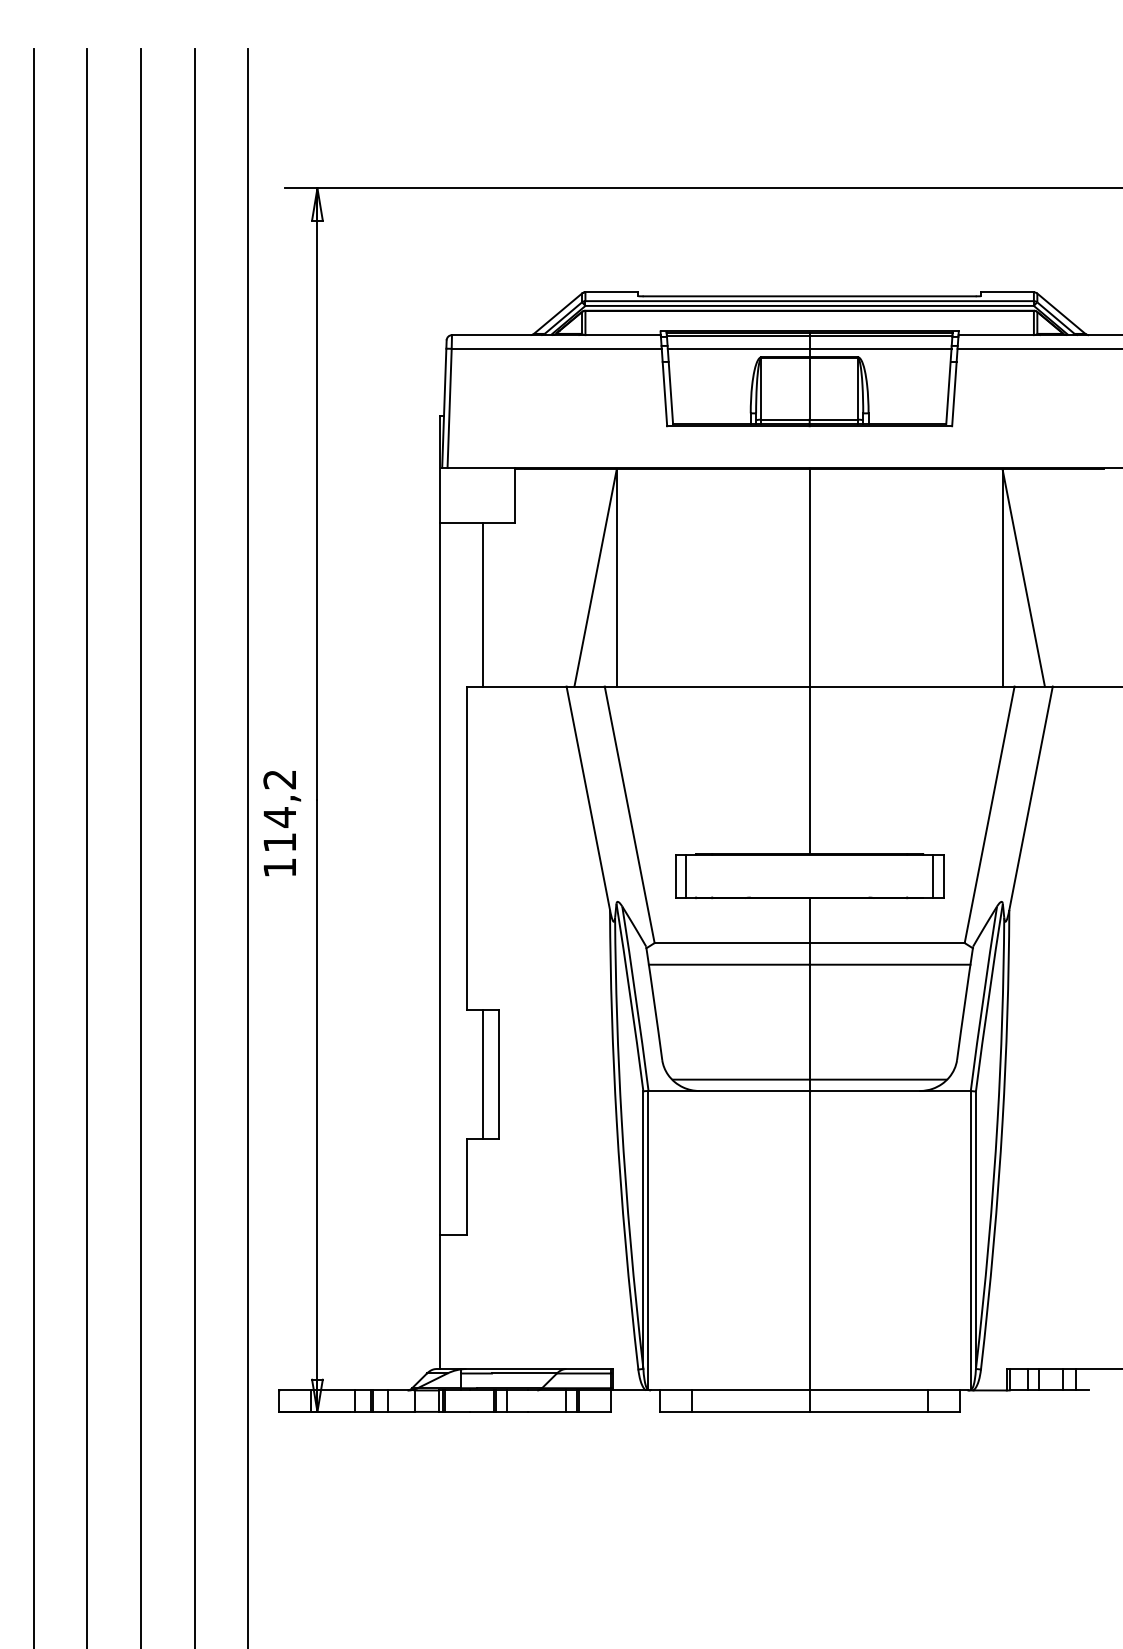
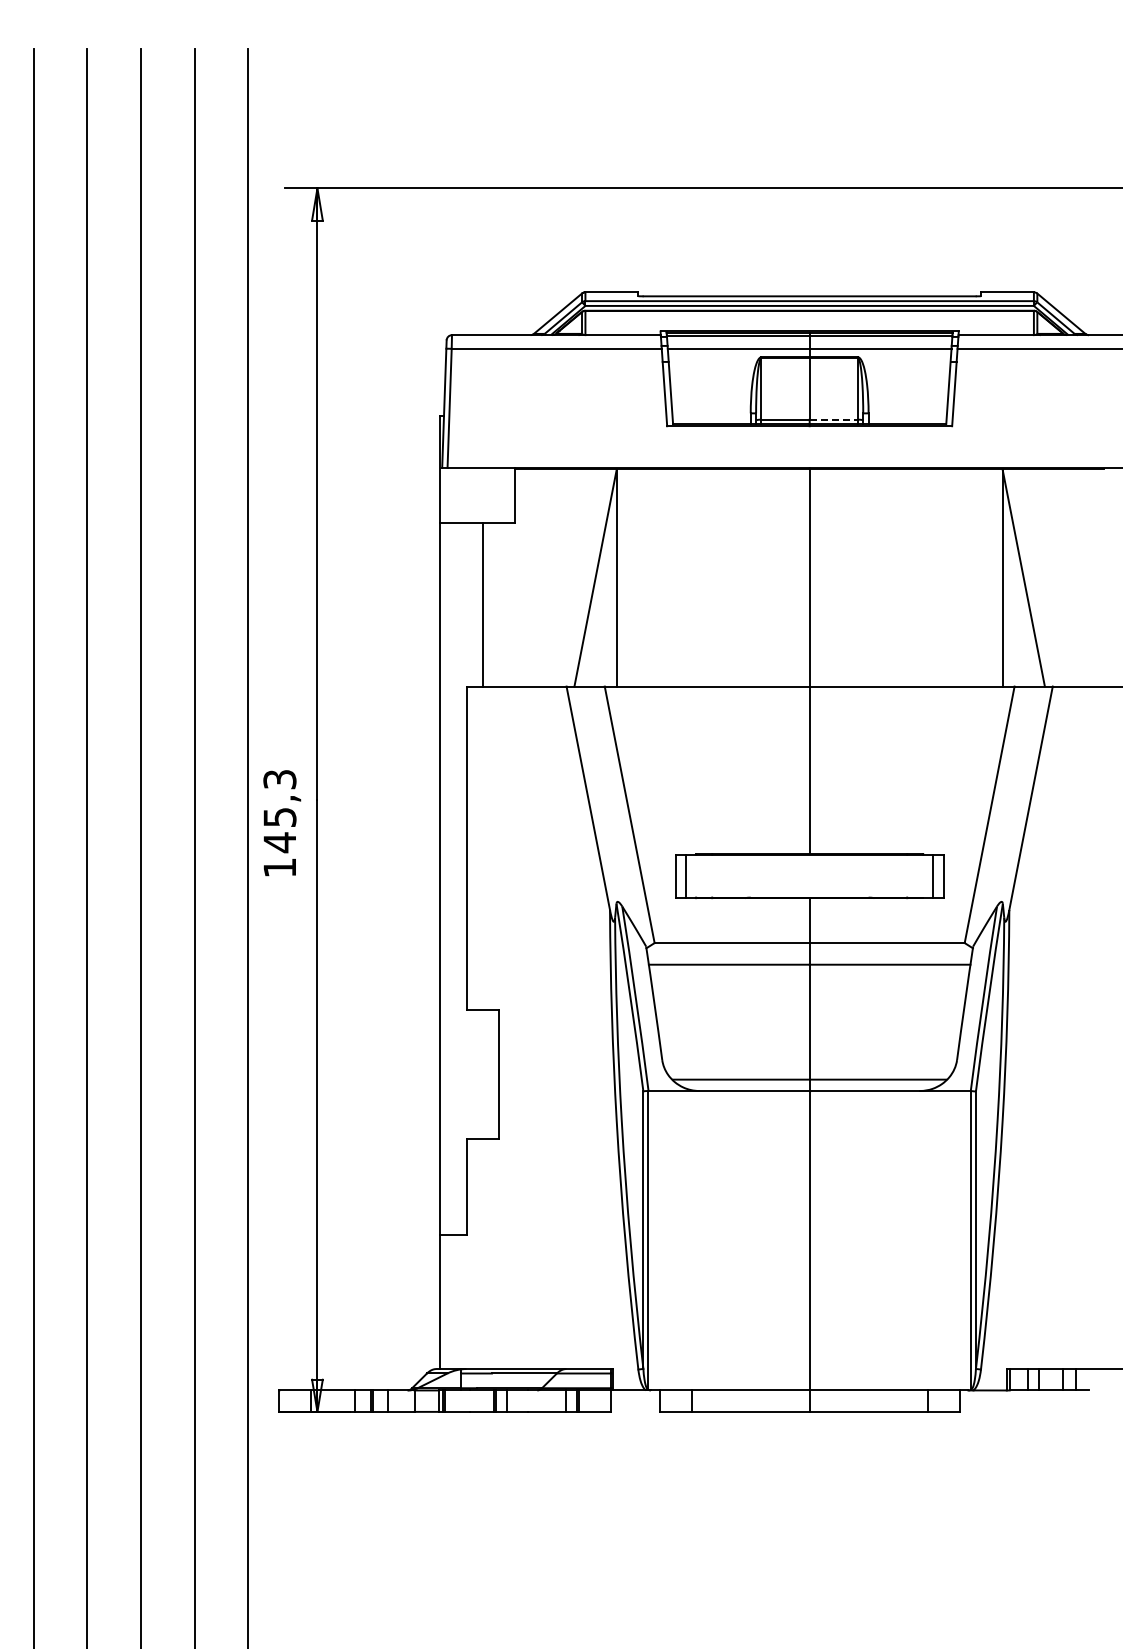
line at (834, 419): solid -> dashed
text at (279, 811): 114,2 -> 145,3
line at (482, 1074): present -> none
